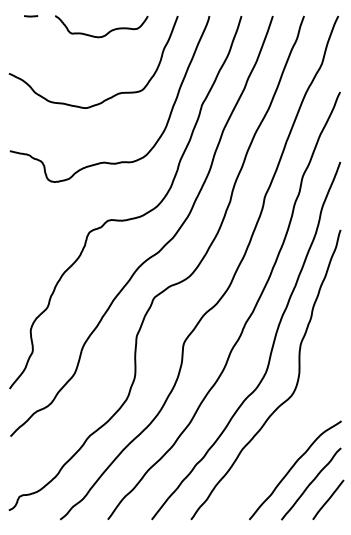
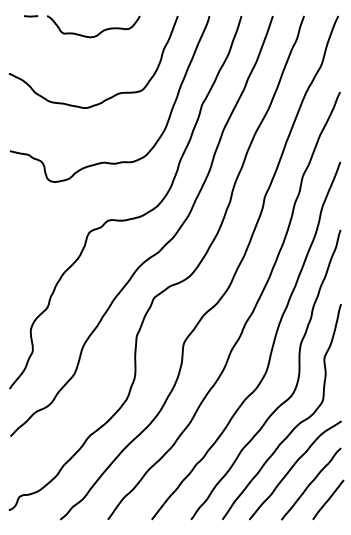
curve at (107, 32) position: (107, 32) -> (99, 32)
curve at (296, 425): none -> present
